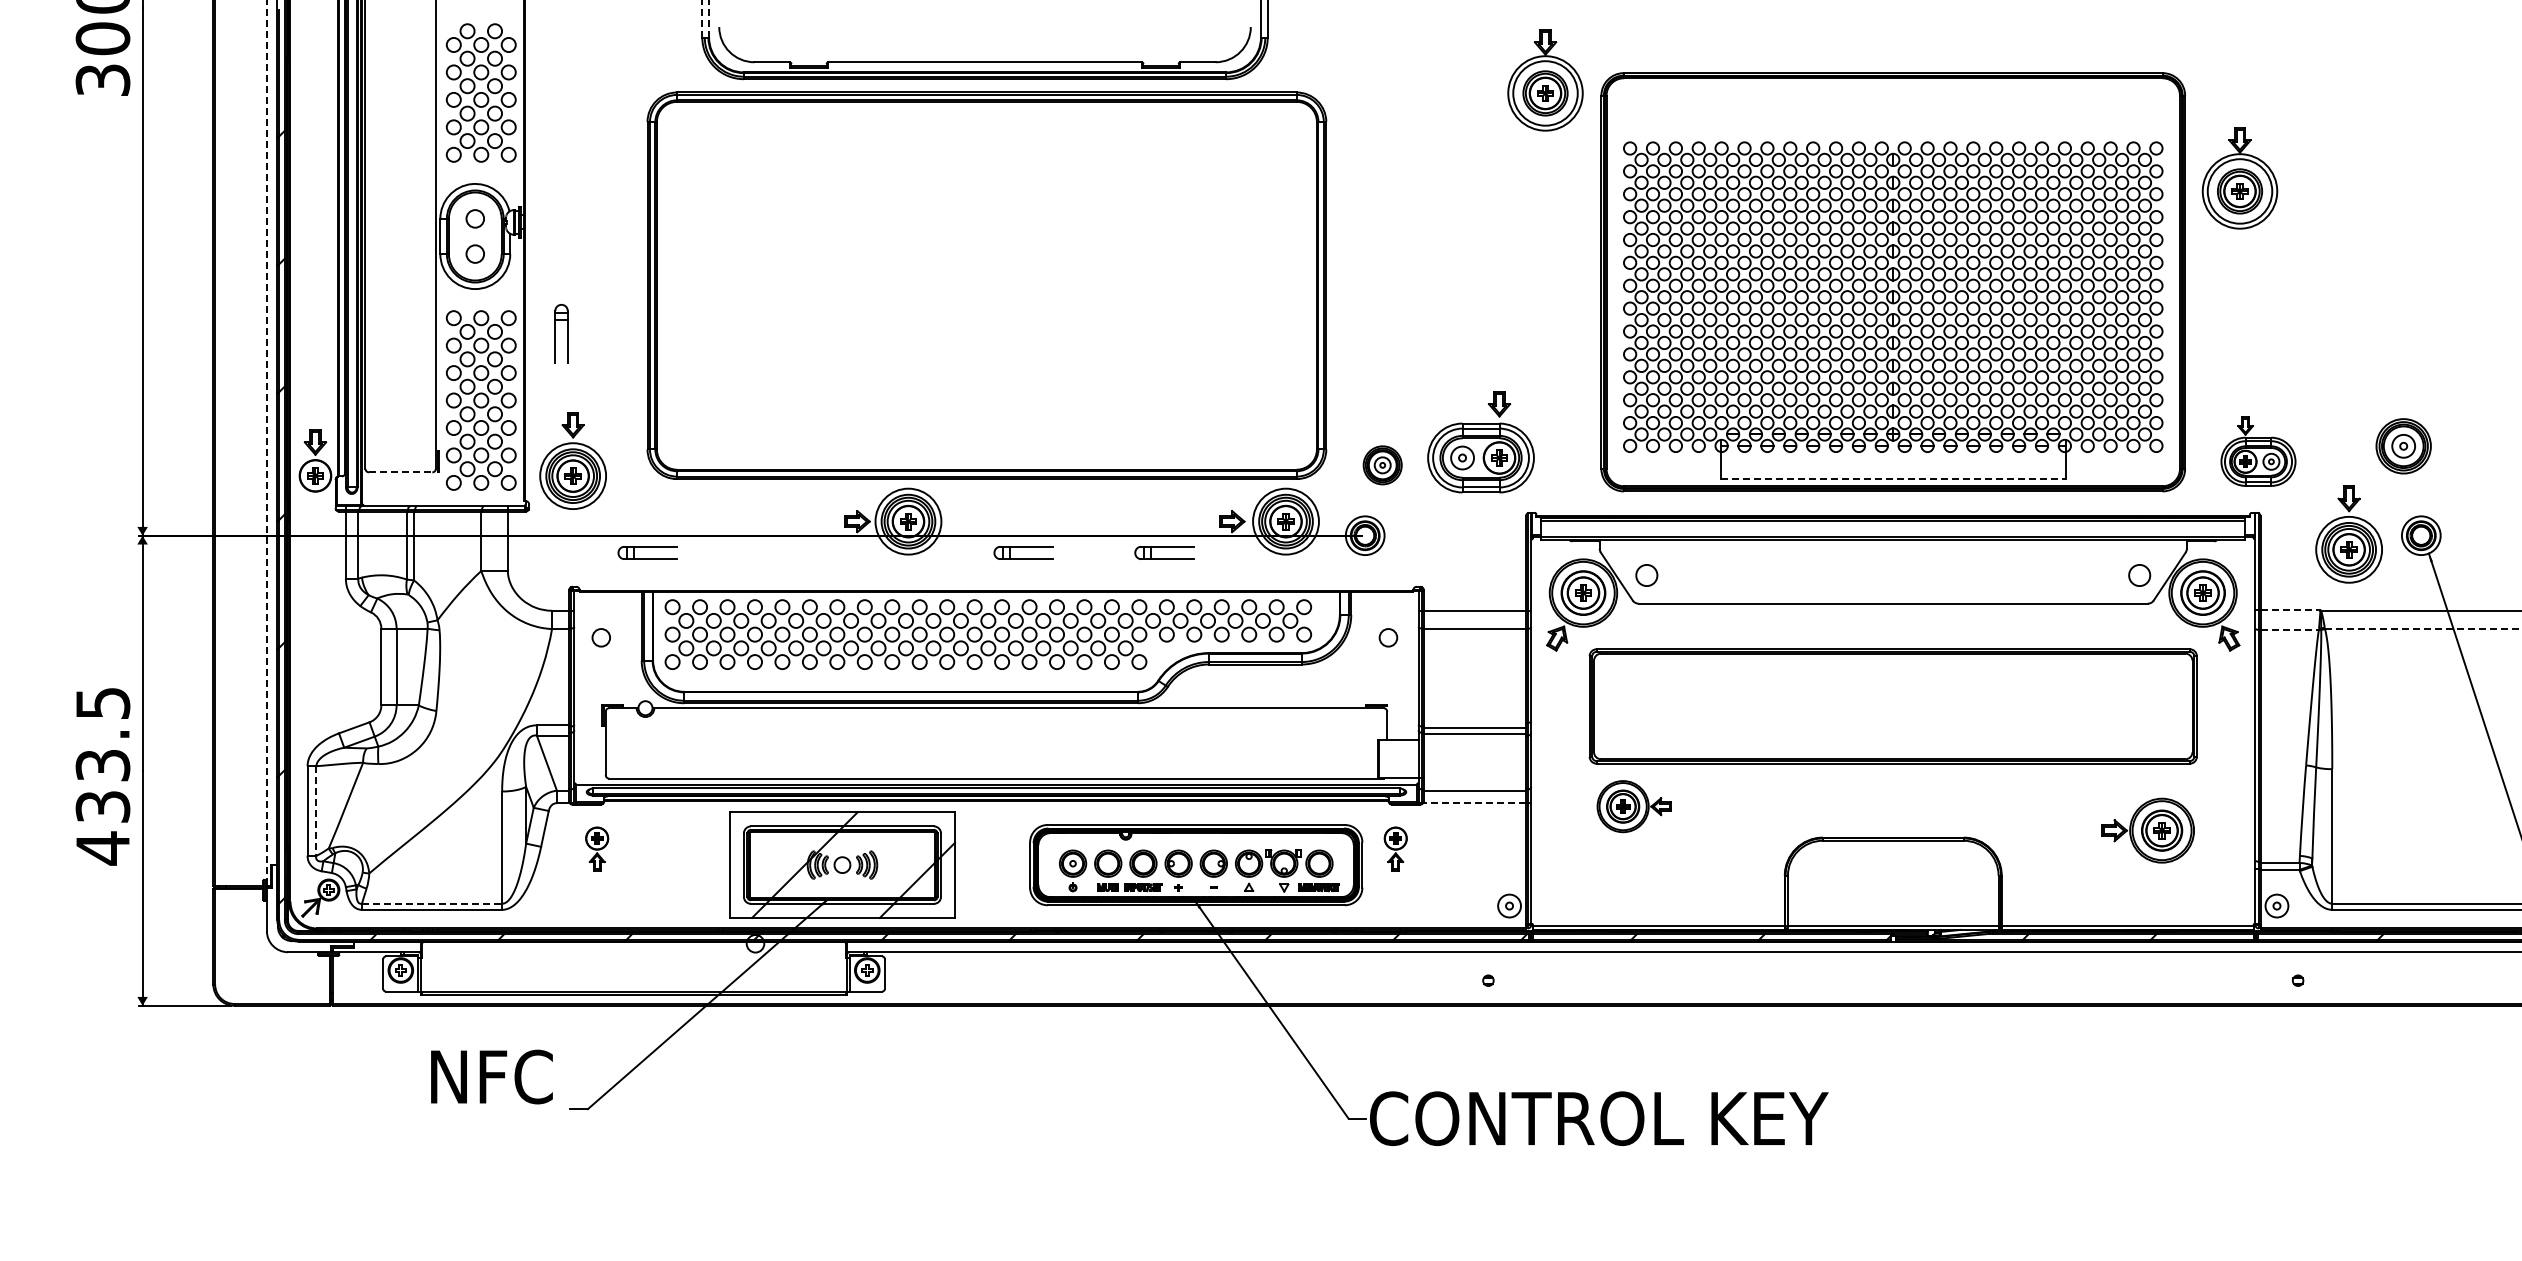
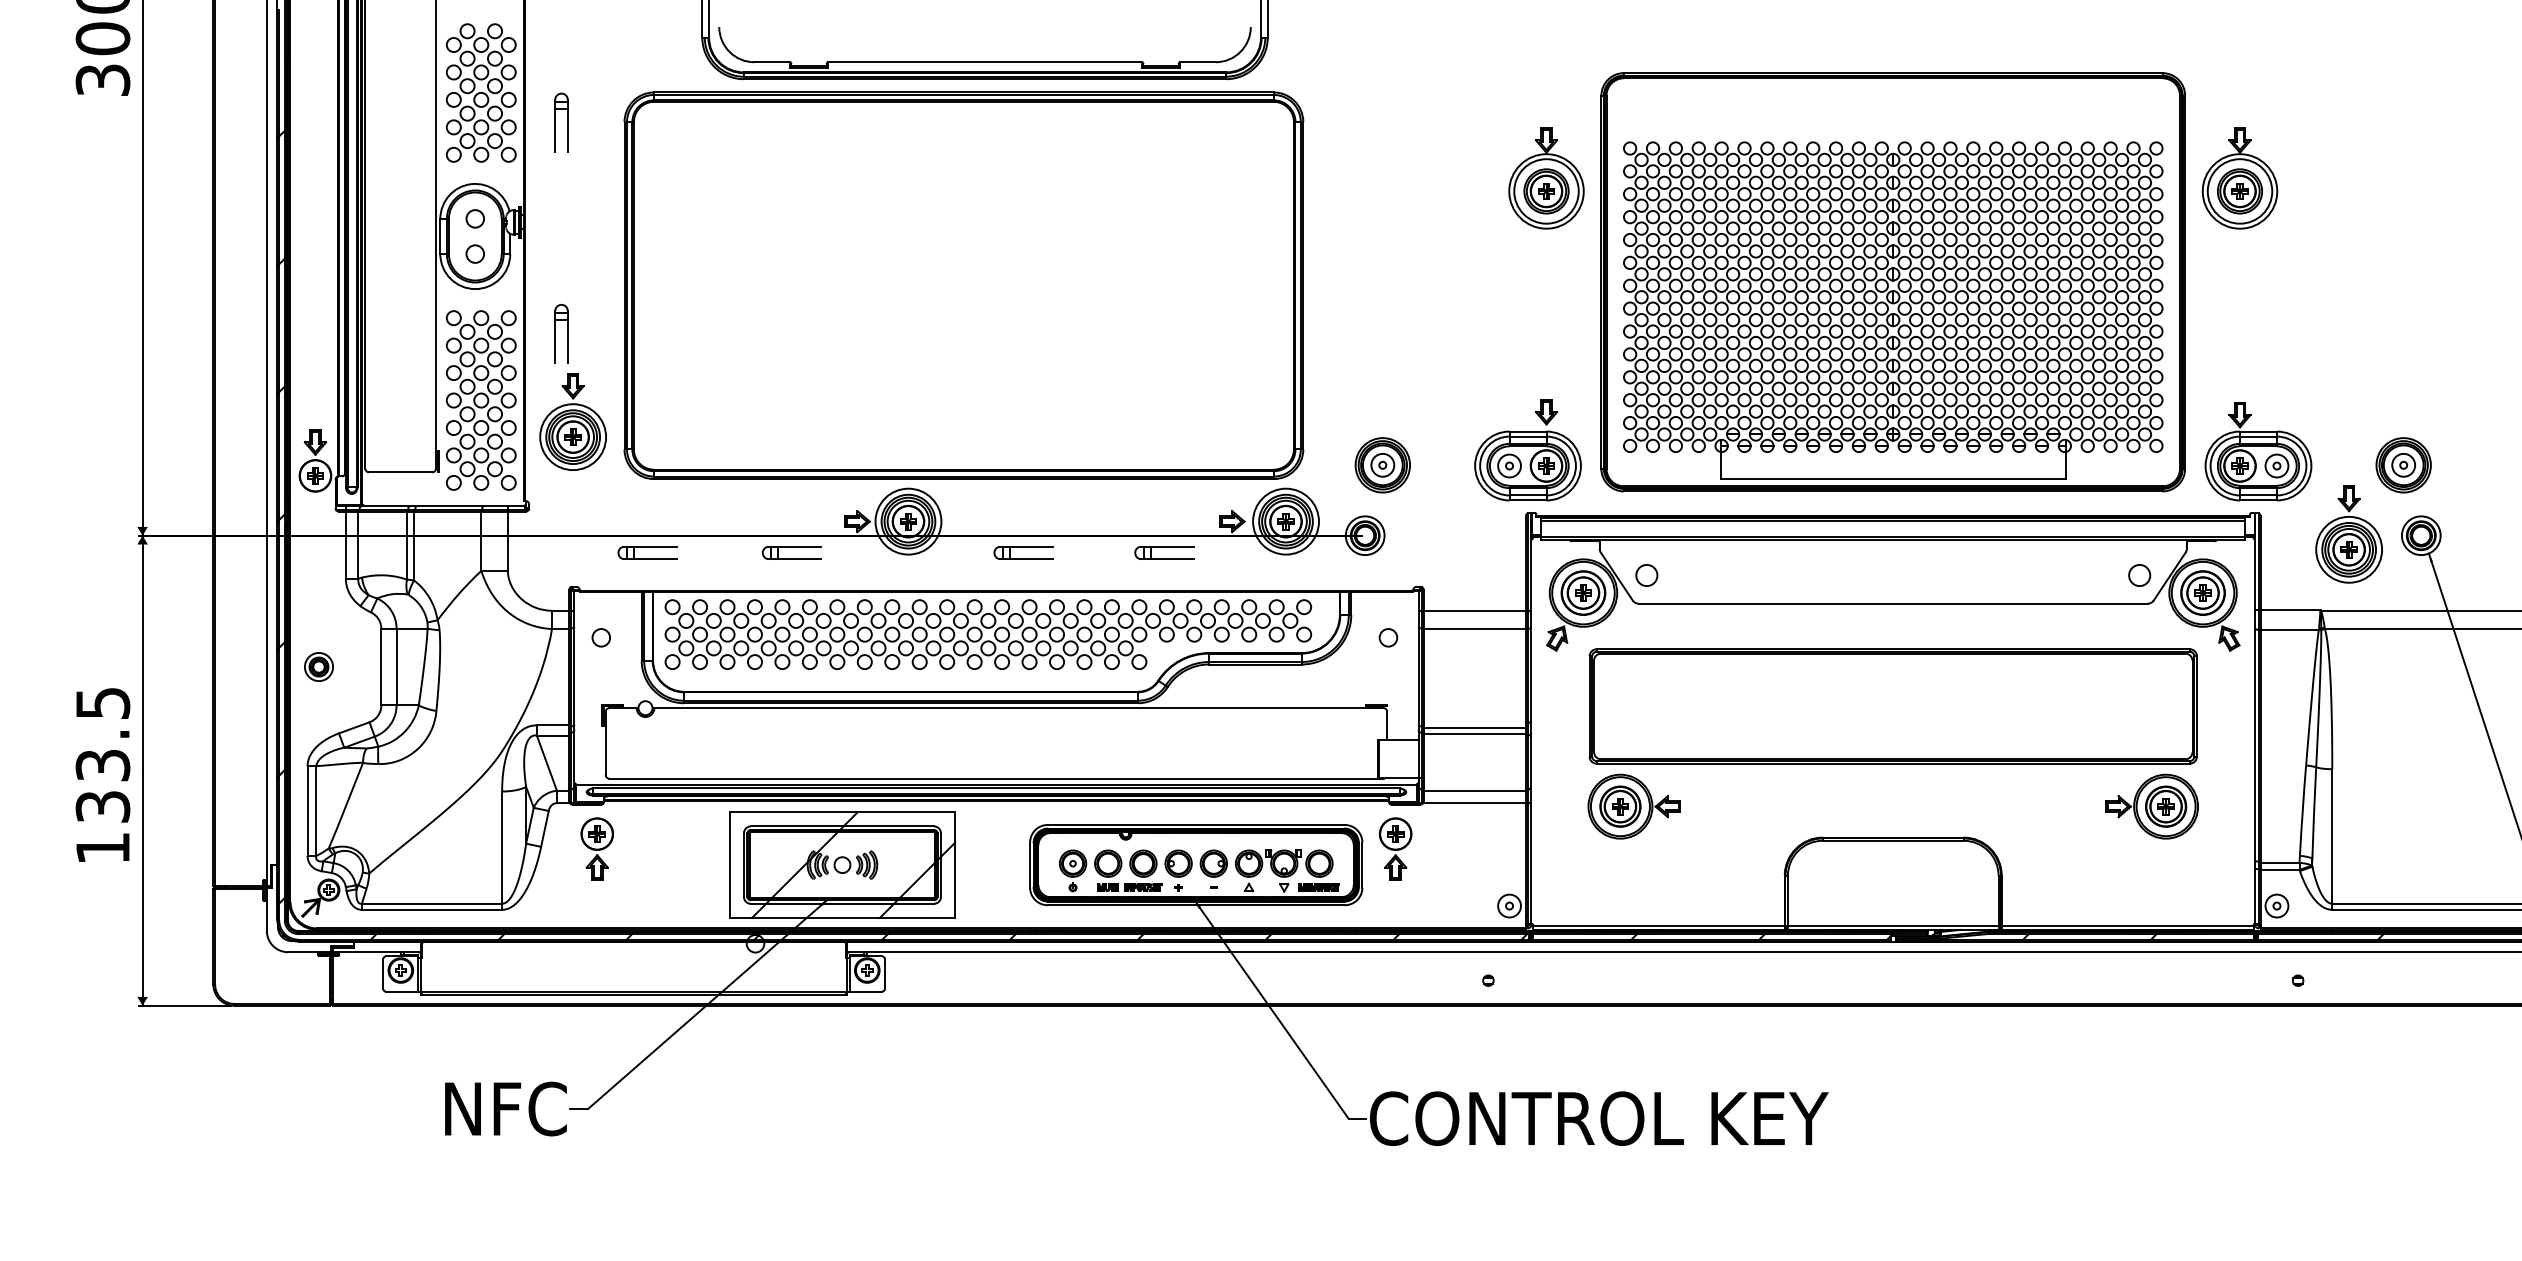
line at (702, 18): dashed -> solid
line at (709, 18): dashed -> solid
part at (1545, 80) position: (1545, 80) -> (1546, 178)
part at (561, 122): none -> present
part at (986, 285) position: (986, 285) -> (963, 285)
part at (1480, 442) position: (1480, 442) -> (1527, 450)
line at (266, 443): dashed -> solid
part at (2403, 446) position: (2403, 446) -> (2403, 465)
part at (2258, 451) size: 77x71 px -> 109x100 px
part at (572, 460) position: (572, 460) -> (572, 421)
part at (1382, 465) size: 41x41 px -> 57x57 px
line at (400, 472): dashed -> solid
line at (1893, 478): dashed -> solid
part at (791, 552): none -> present
line at (2291, 610): dashed -> solid
line at (2290, 629): dashed -> solid
line at (2423, 629): dashed -> solid
part at (318, 666): none -> present
line at (1474, 803): dashed -> solid
part at (1633, 806) size: 76x54 px -> 94x67 px
line at (316, 810): dashed -> solid
part at (2147, 830) position: (2147, 830) -> (2151, 806)
text at (102, 848): 433.5 -> 133.5
part at (597, 848) size: 25x46 px -> 34x64 px
part at (1395, 848) size: 25x46 px -> 34x64 px
line at (432, 903): dashed -> solid
text at (491, 1076) position: (491, 1076) -> (505, 1108)
